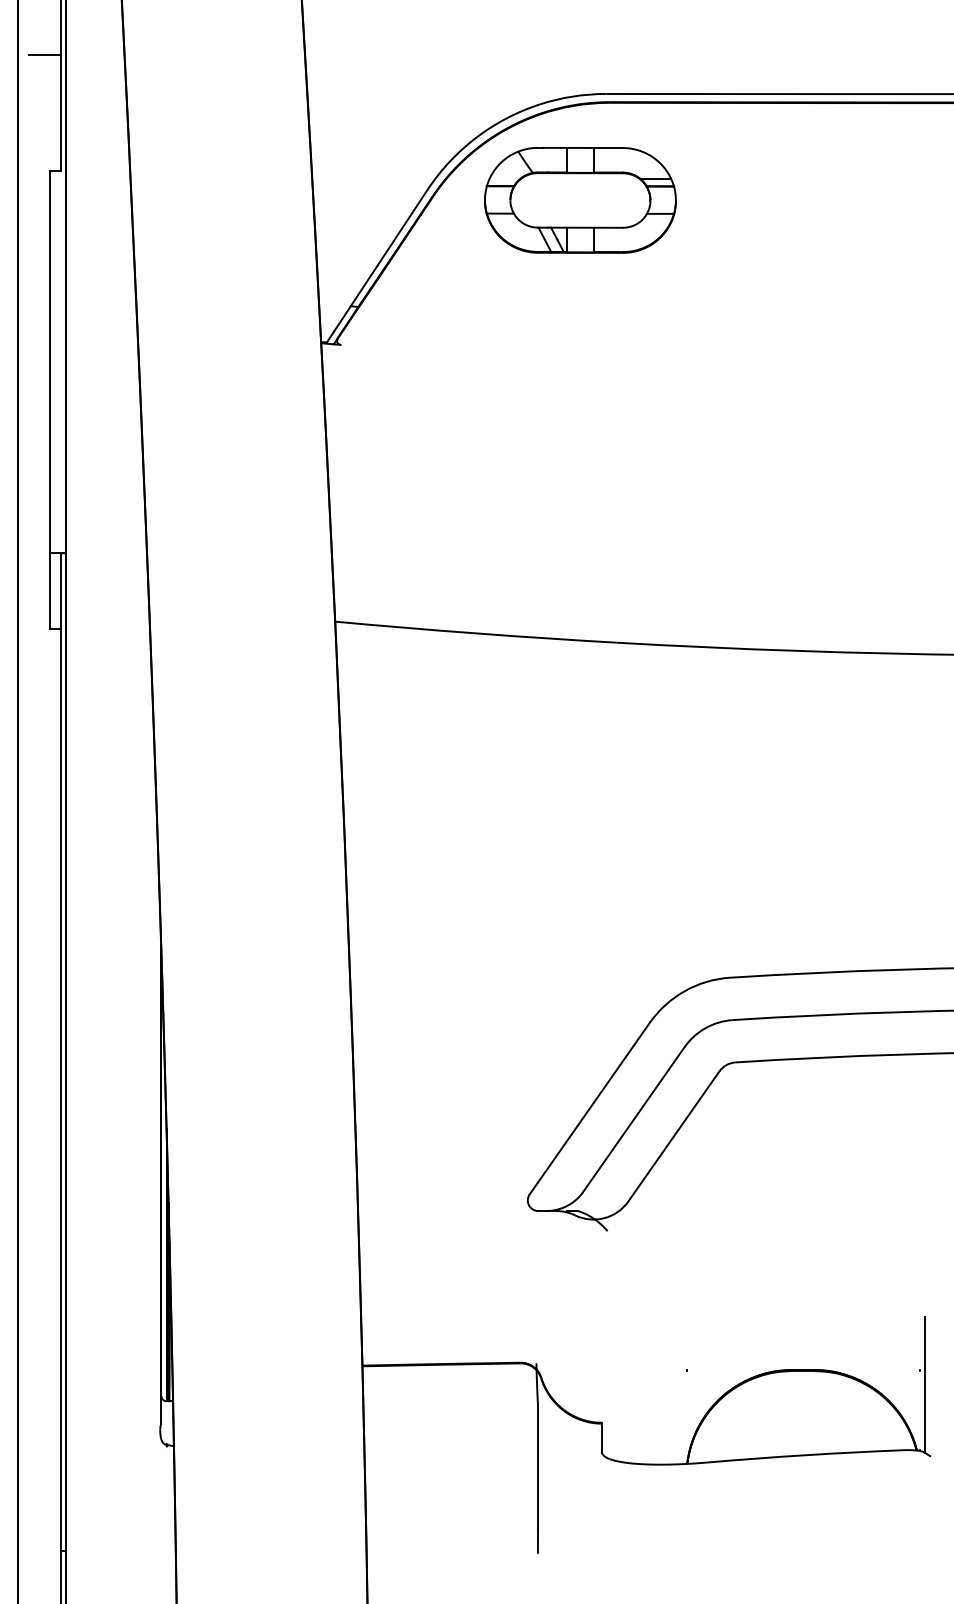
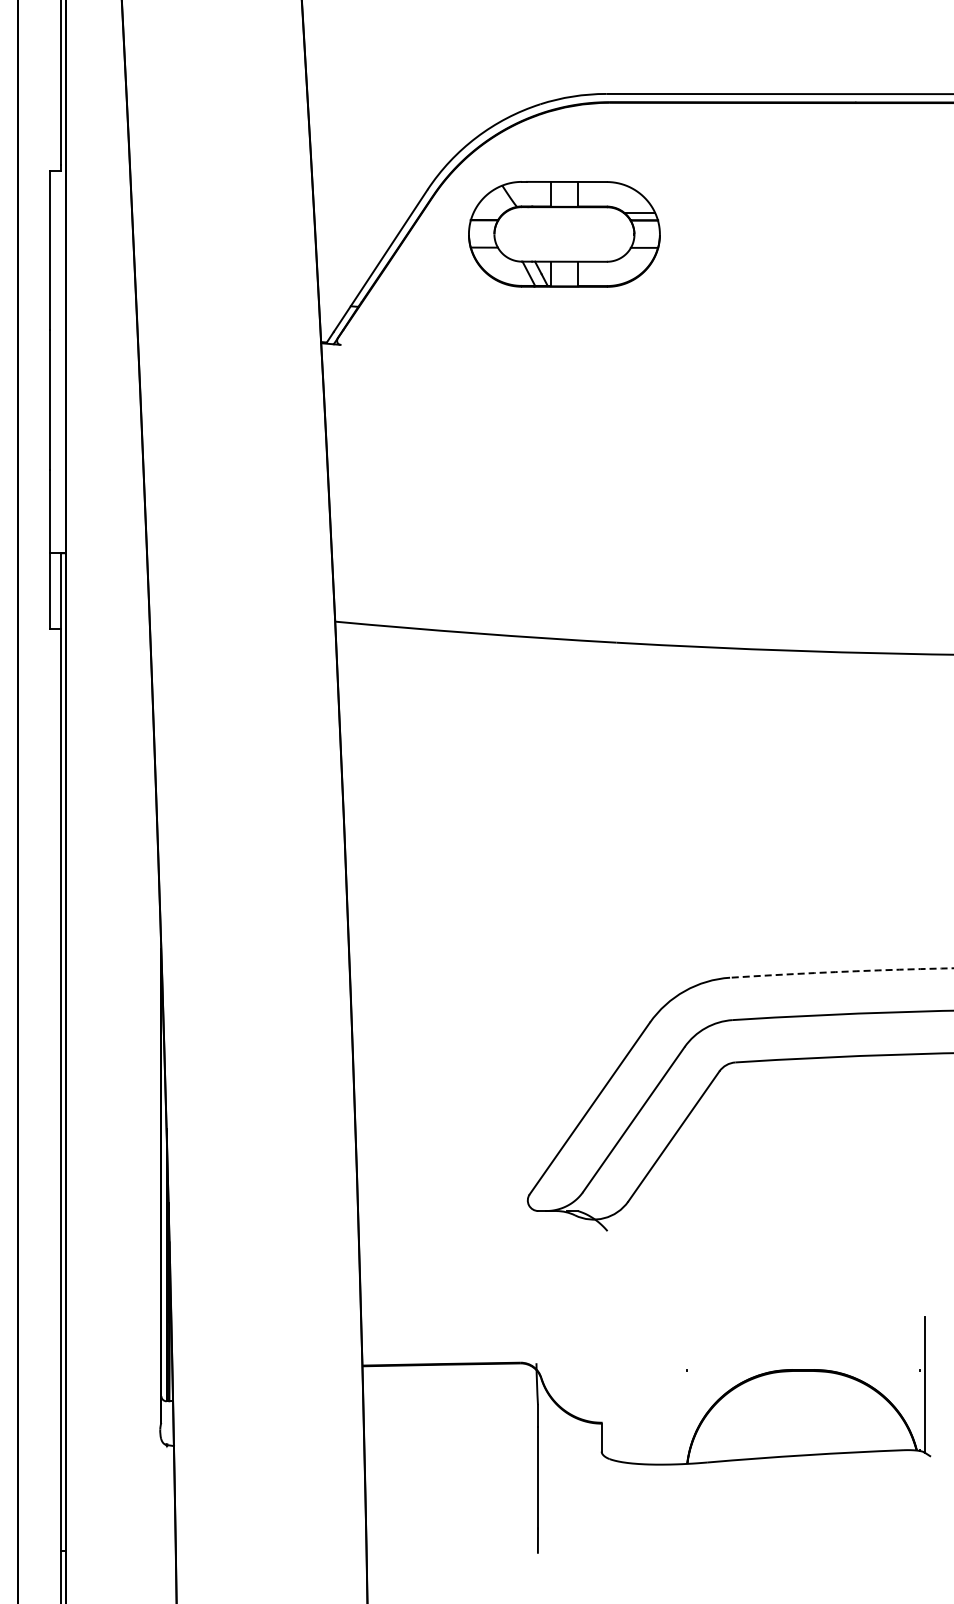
line at (44, 54): present -> none
part at (580, 200) position: (580, 200) -> (564, 234)
arc at (841, 971): solid -> dashed
